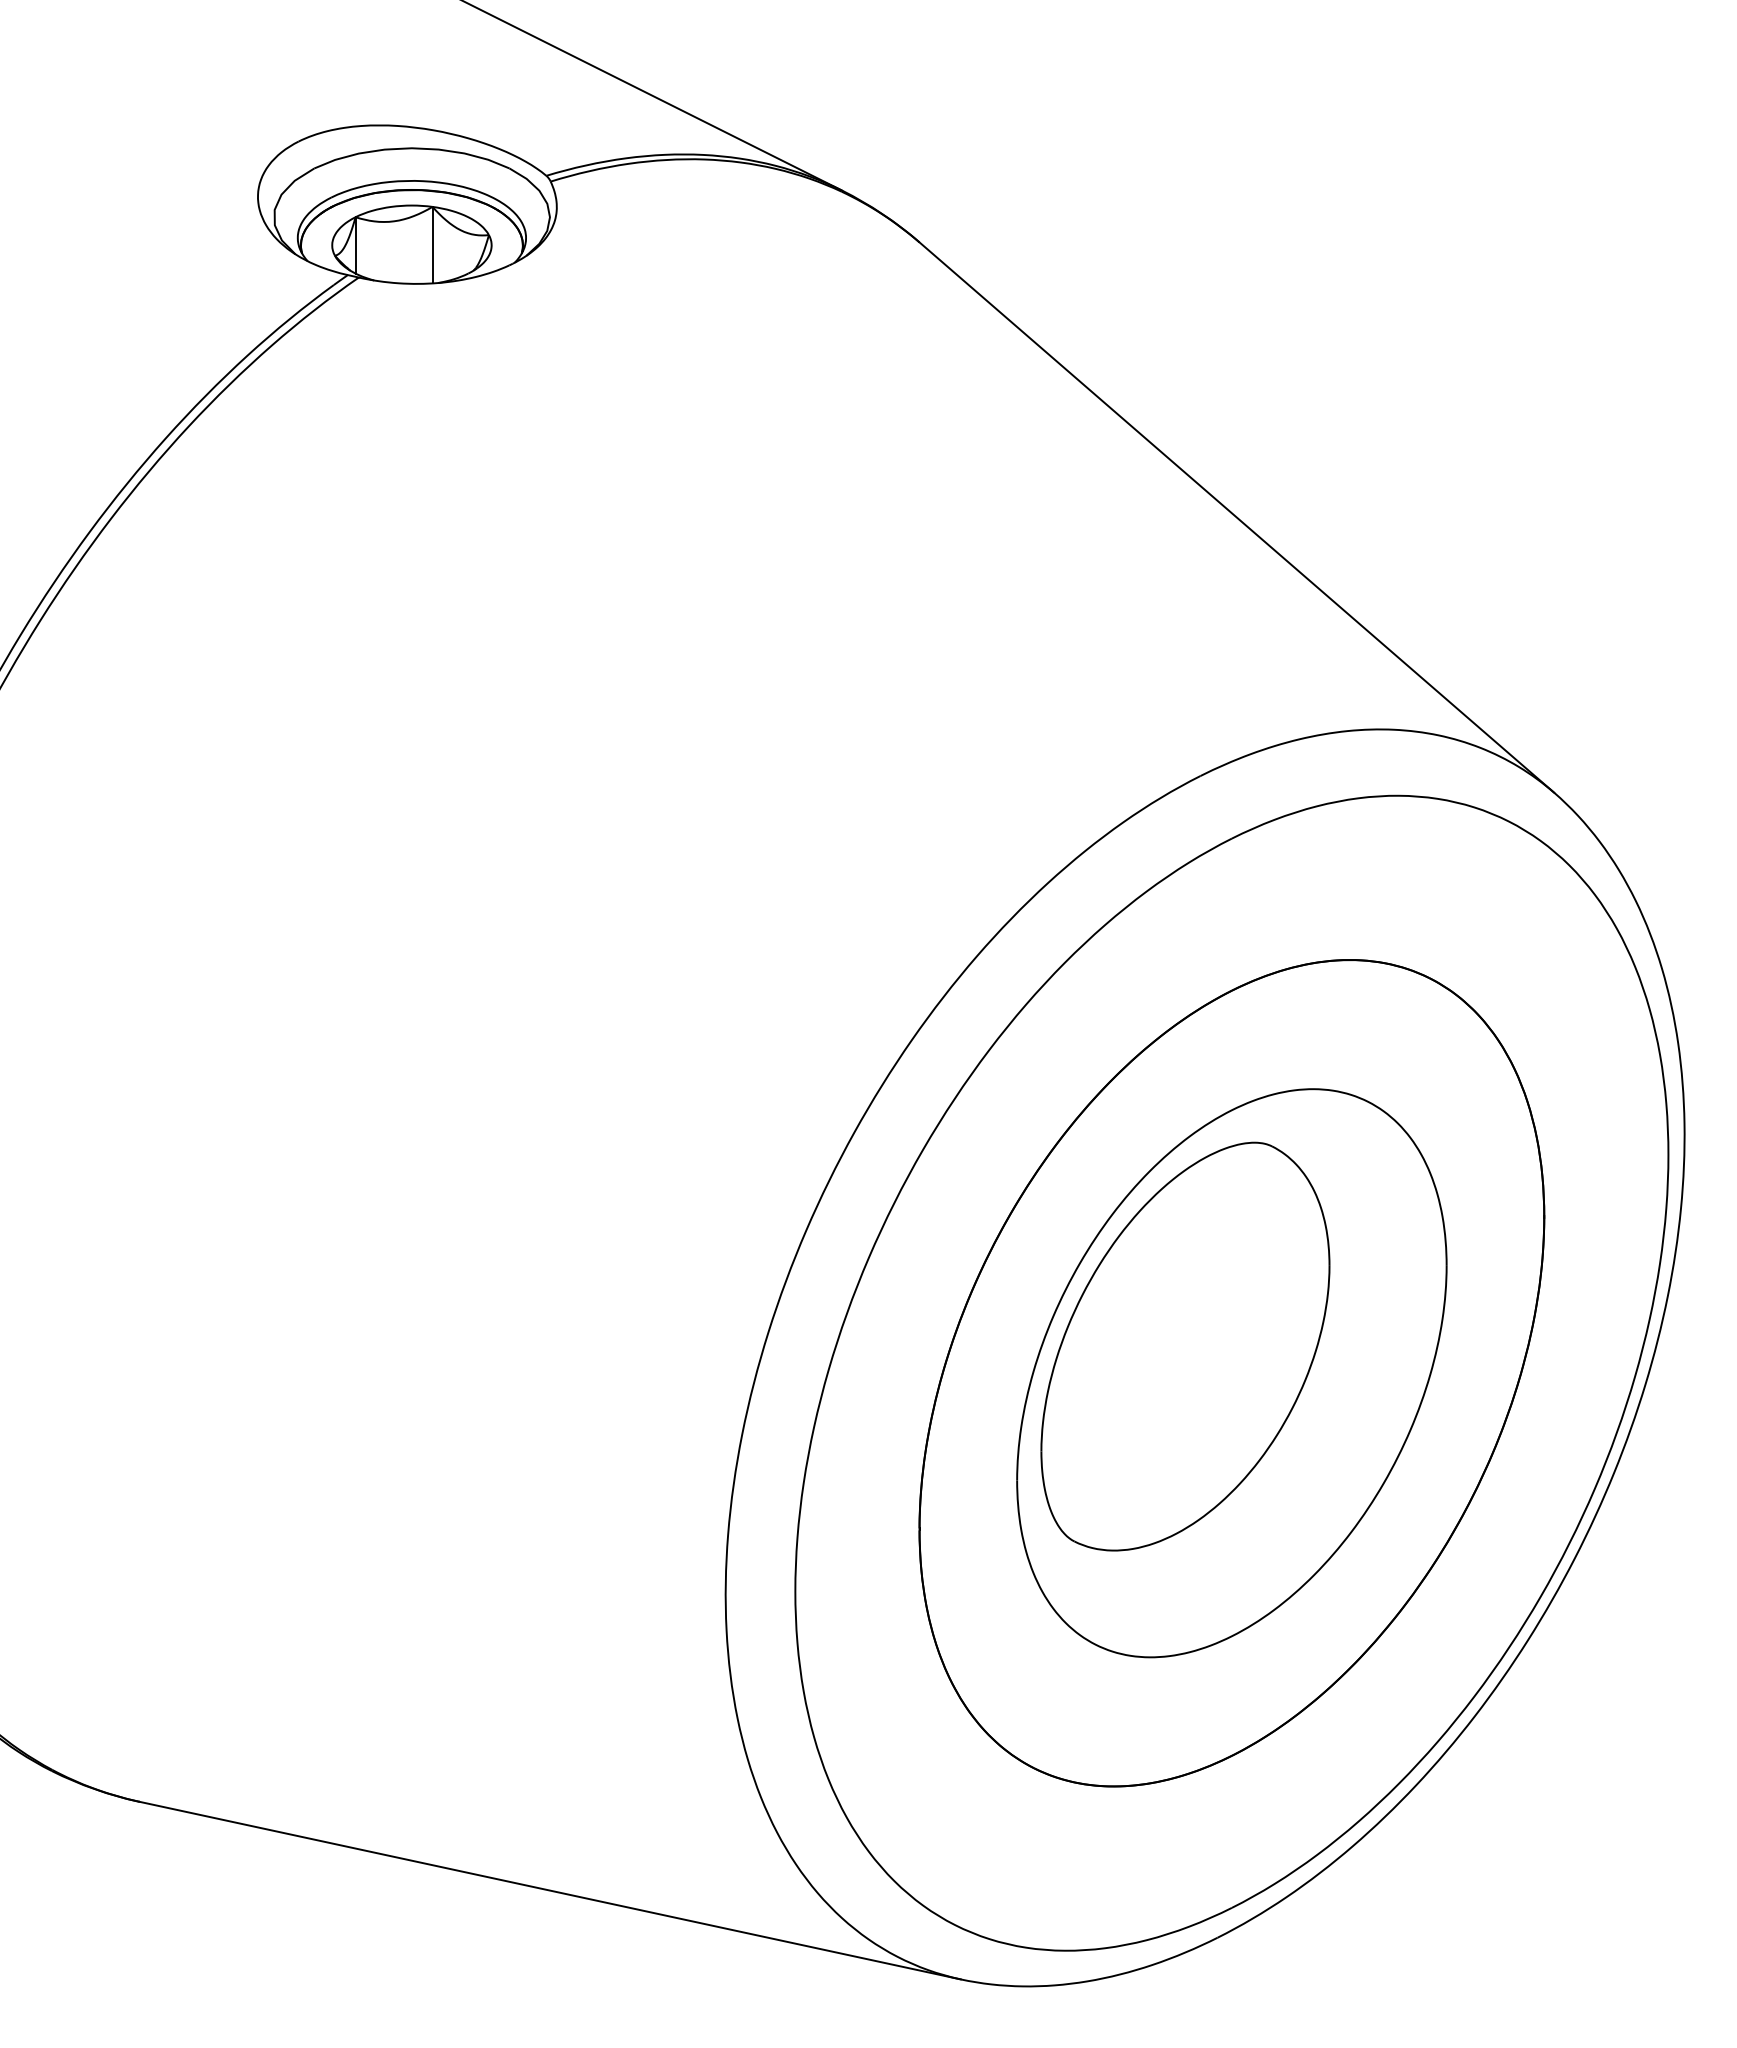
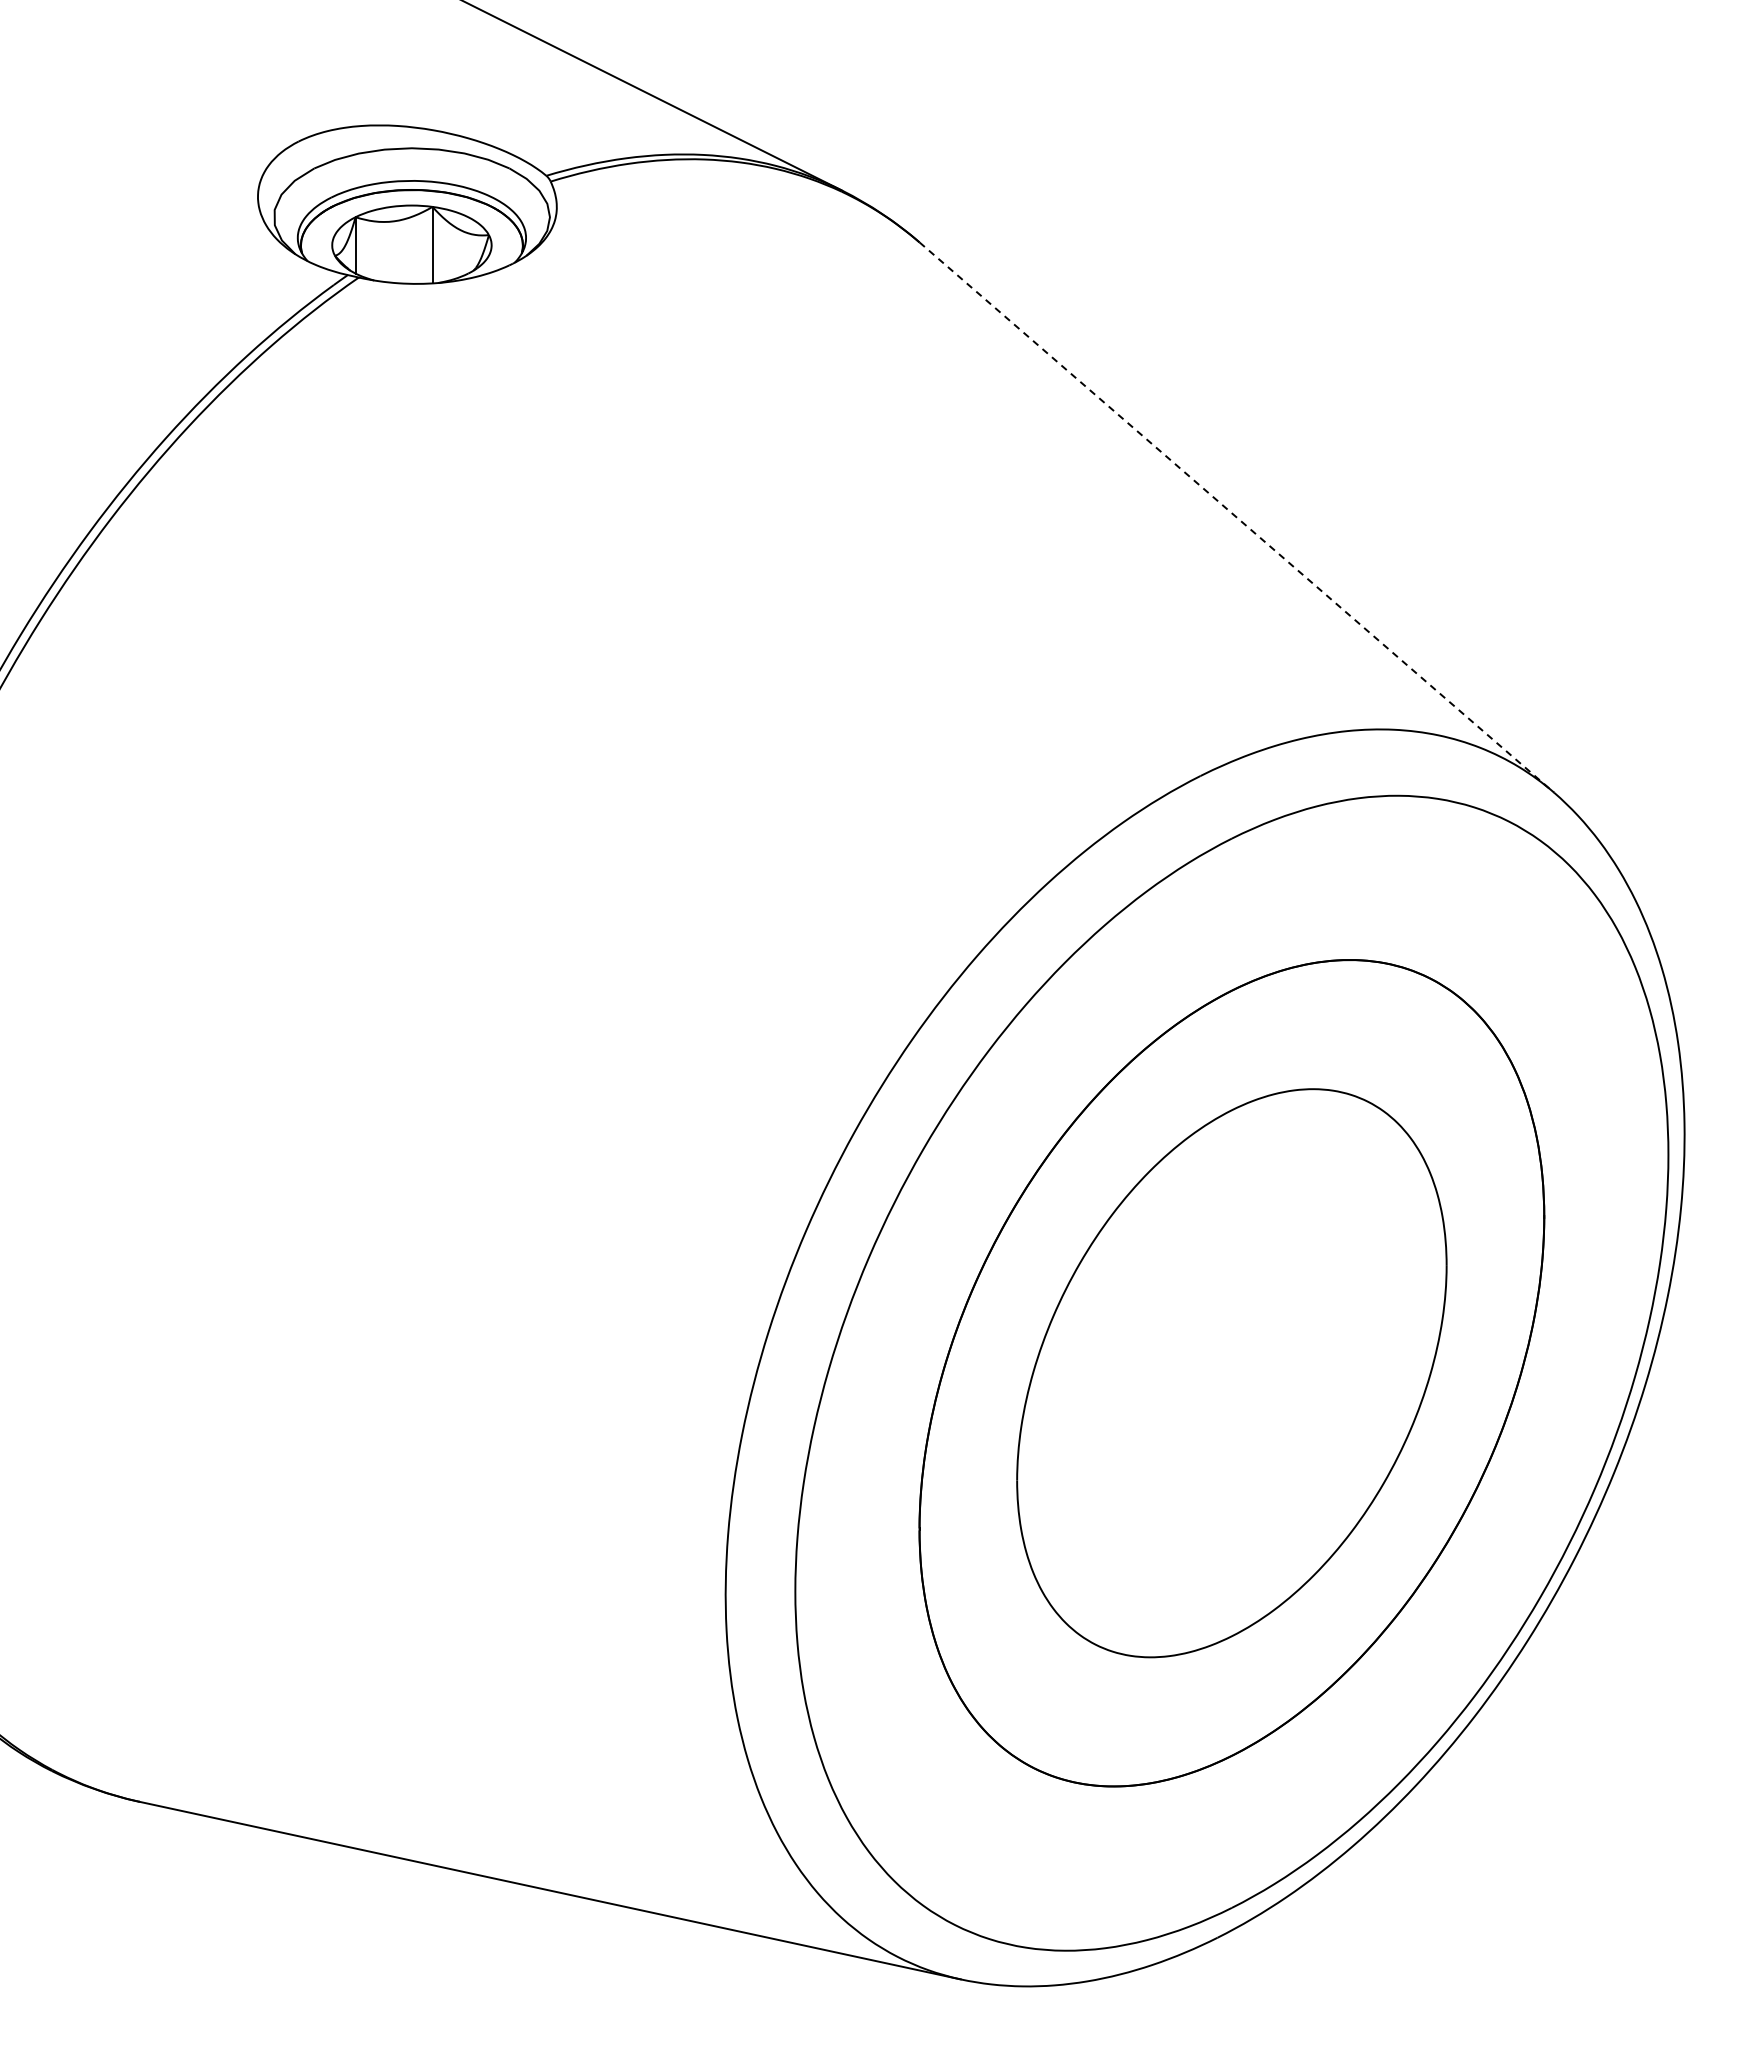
line at (1236, 517): solid -> dashed
part at (1185, 1346): present -> none
